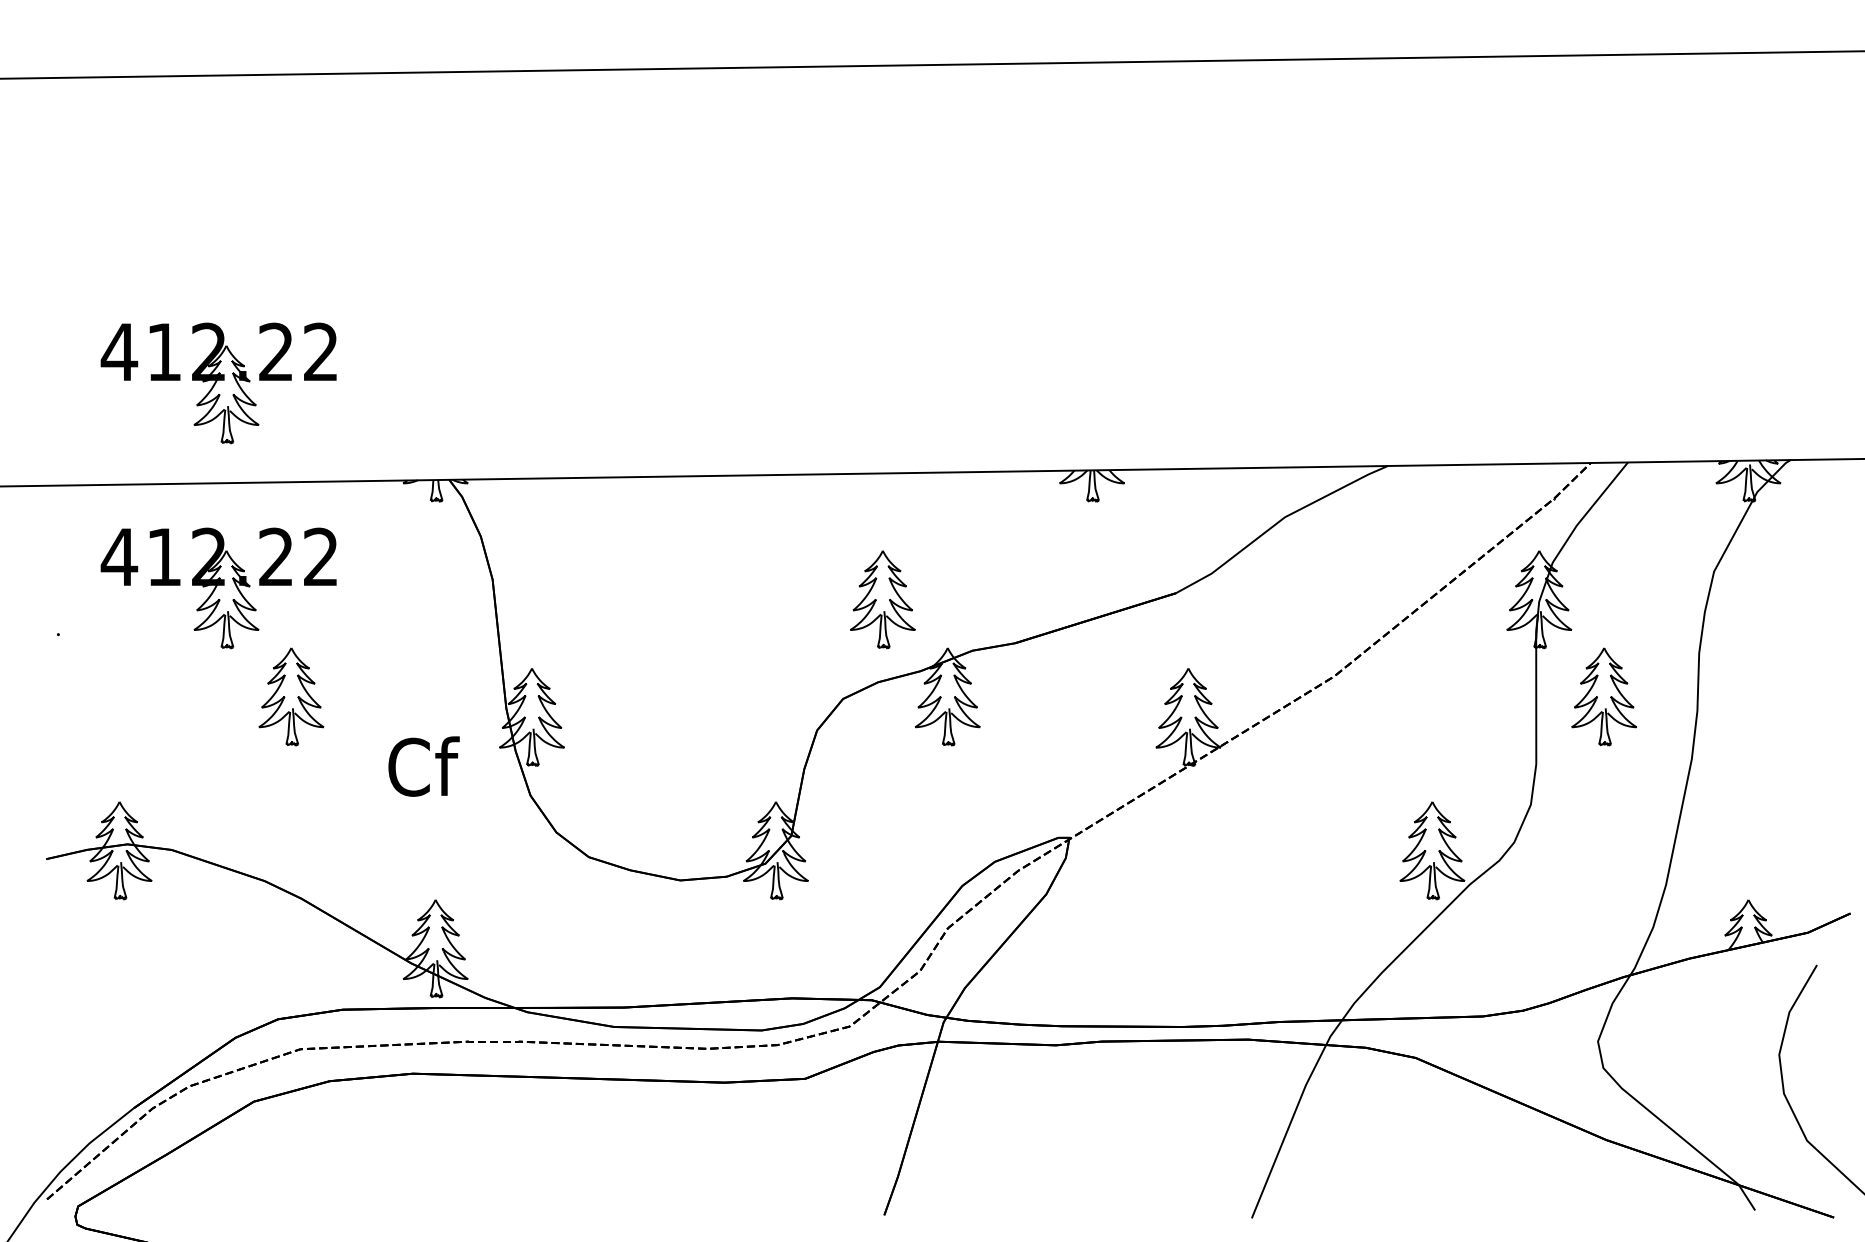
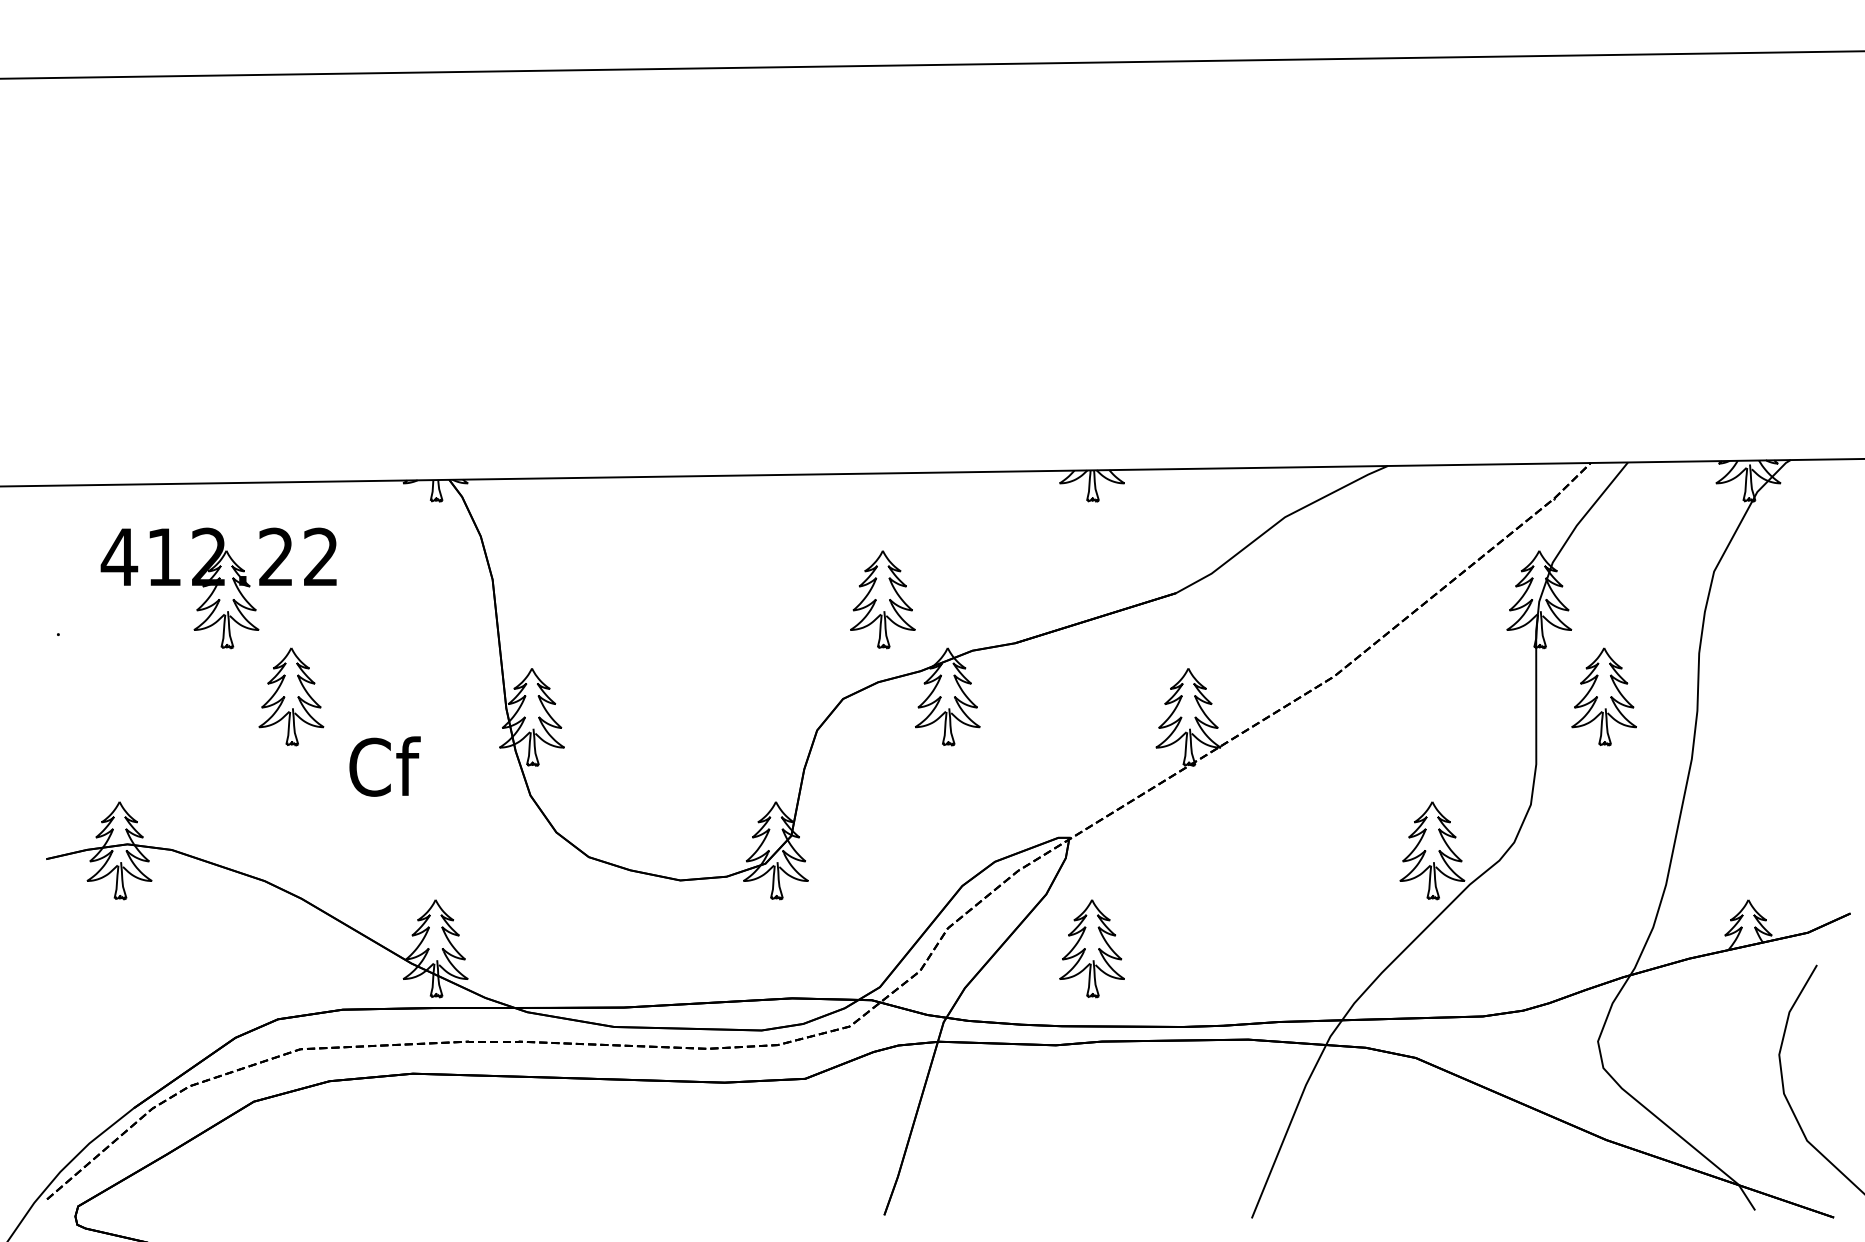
part at (218, 383): present -> none
text at (423, 766) position: (423, 766) -> (384, 766)
part at (1091, 948): none -> present
